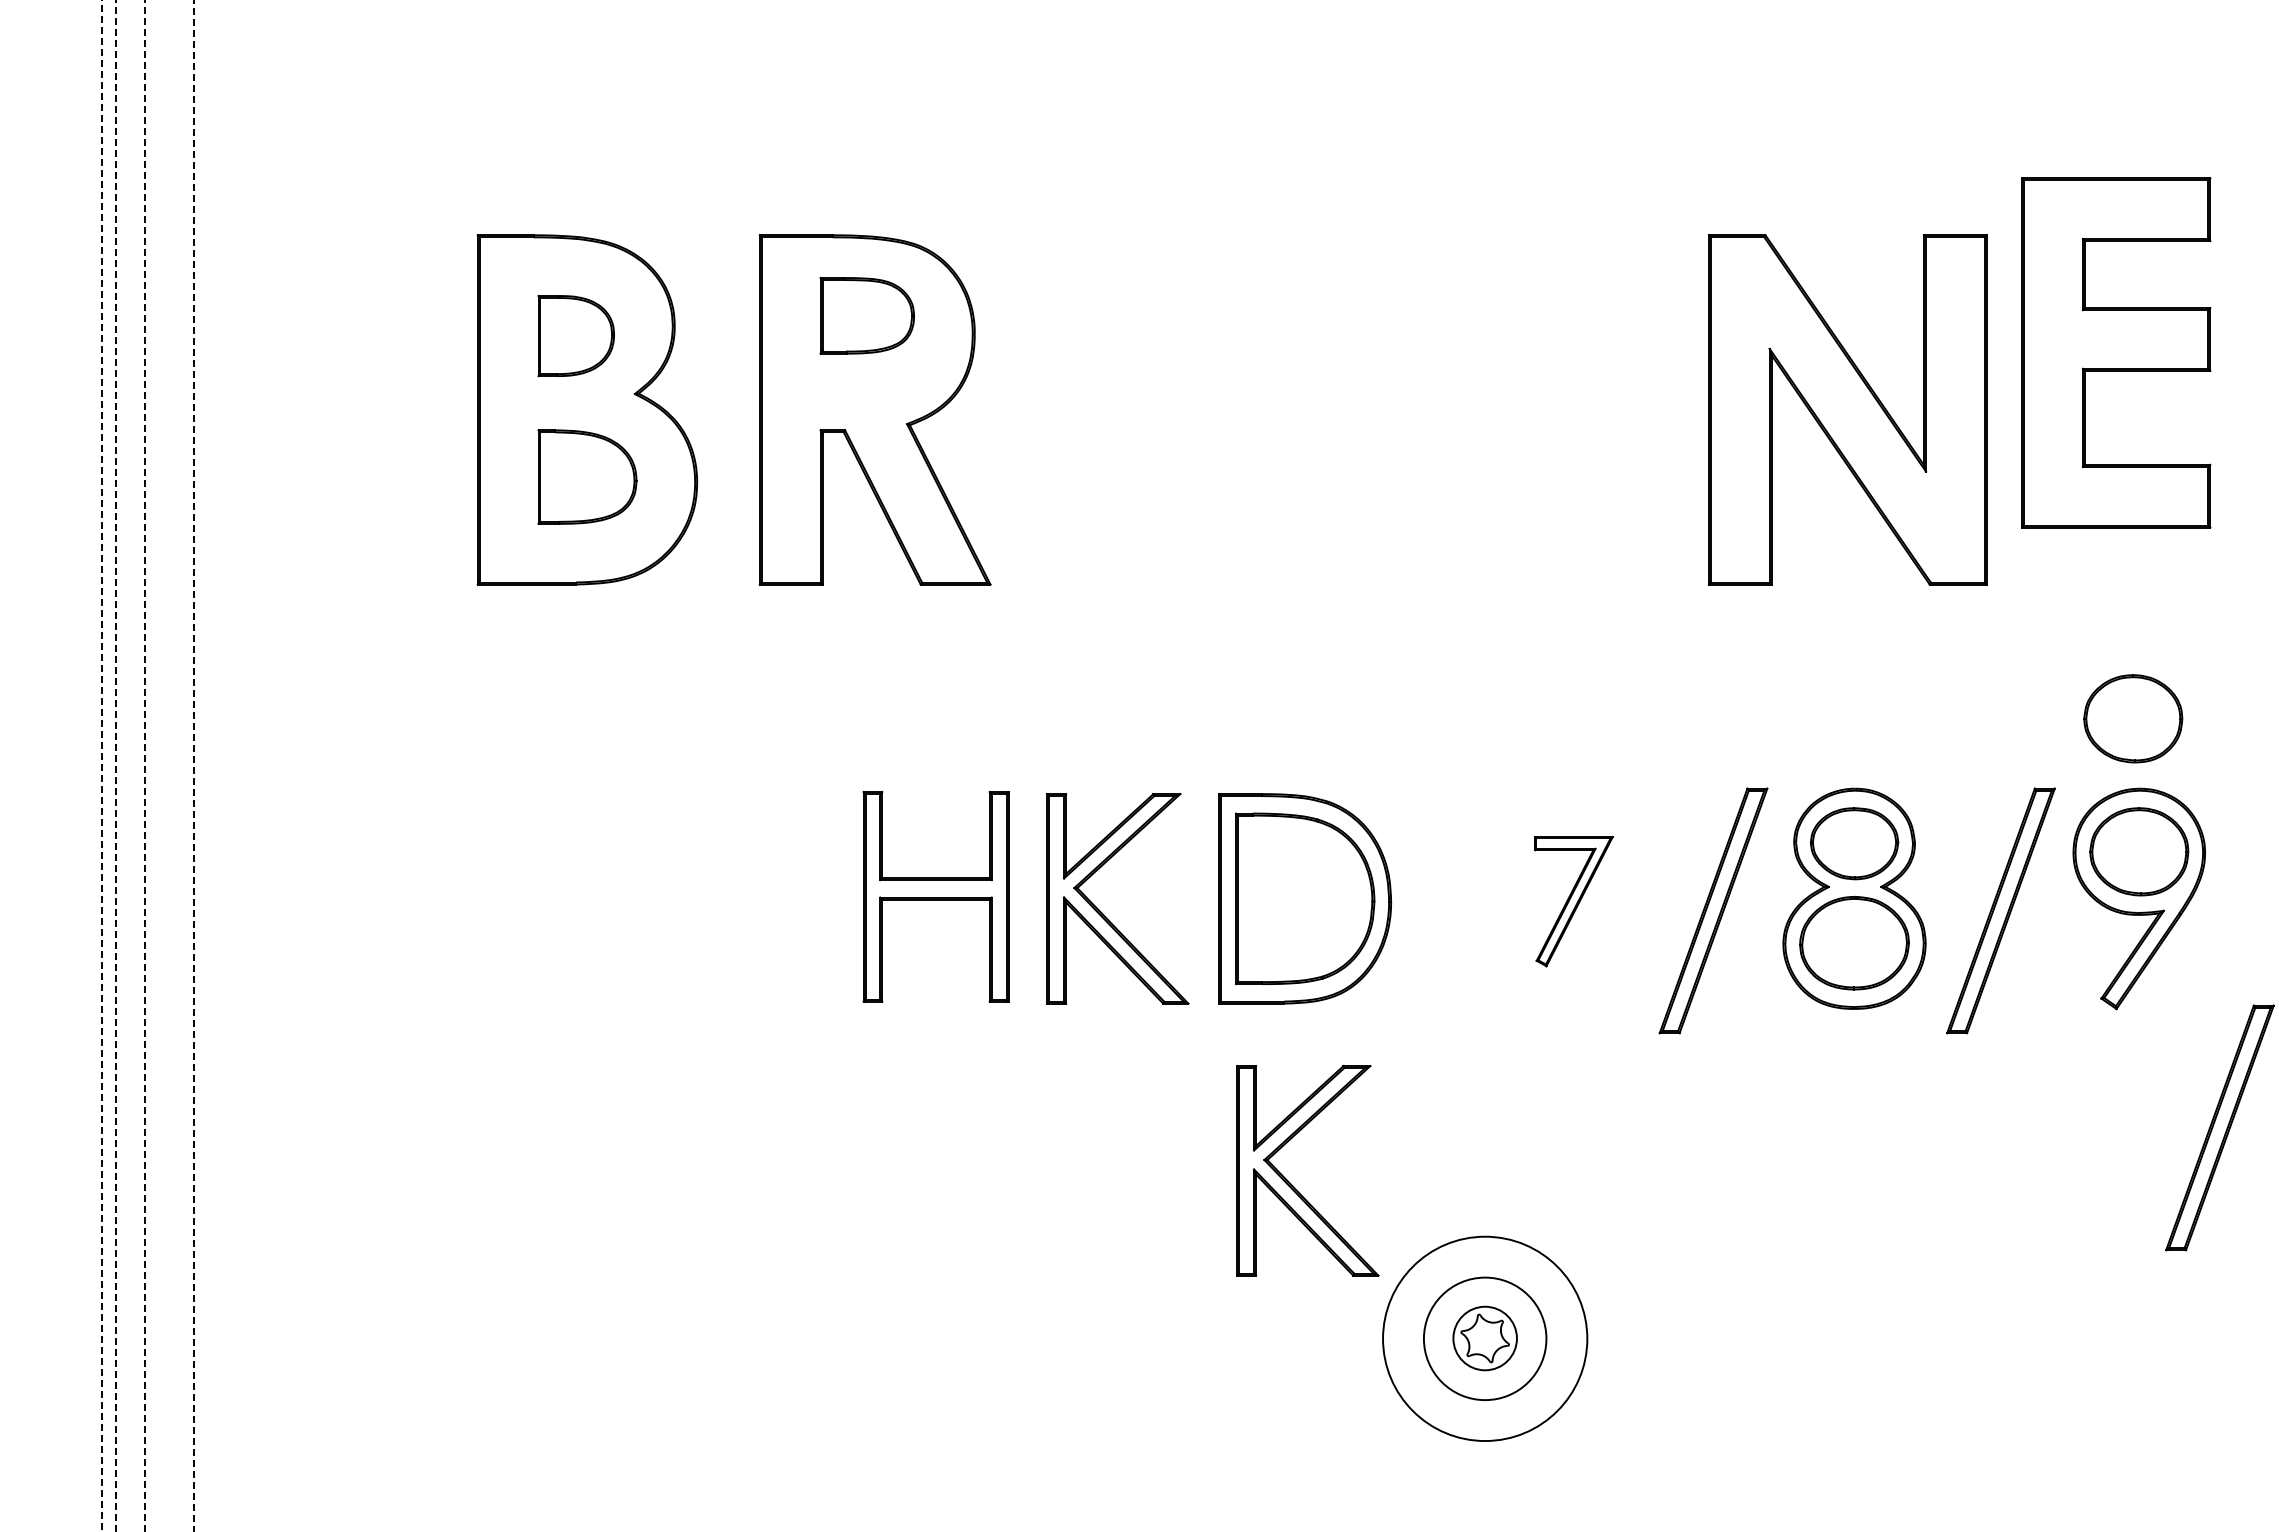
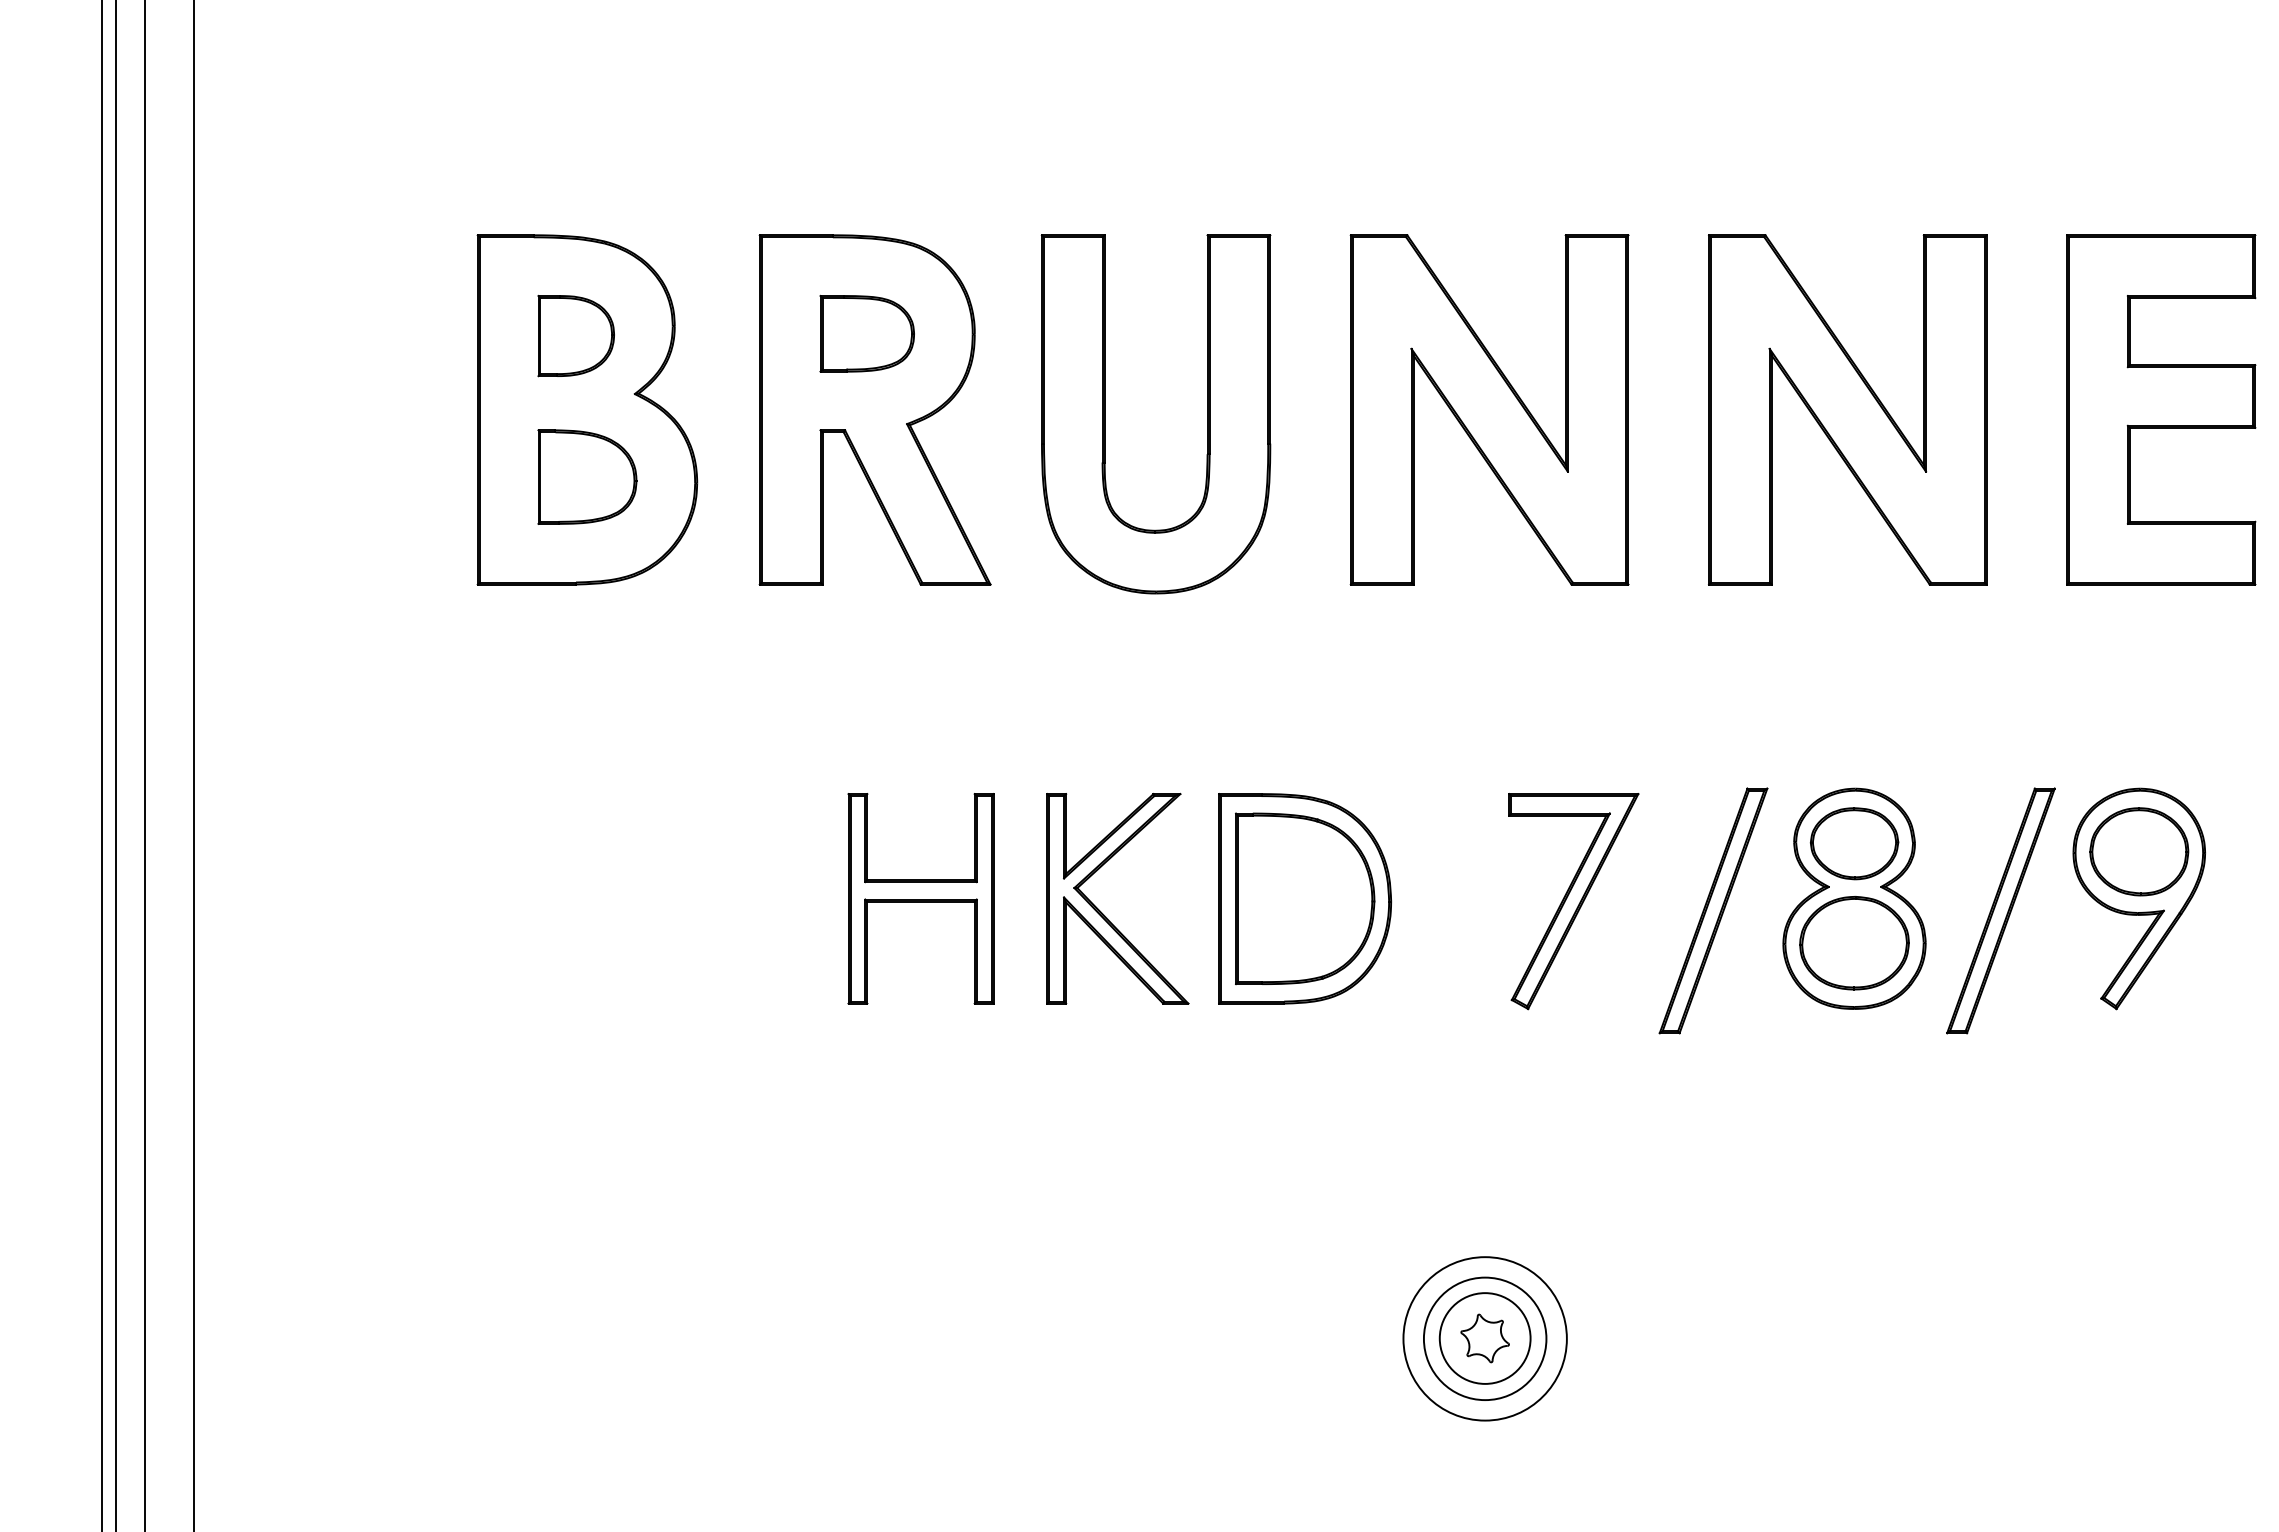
part at (866, 315) position: (866, 315) -> (866, 333)
part at (2116, 352) position: (2116, 352) -> (2161, 409)
part at (1489, 409): none -> present
part at (1105, 414): none -> present
part at (2133, 718): present -> none
line at (102, 765): dashed -> solid
line at (144, 765): dashed -> solid
line at (115, 766): dashed -> solid
line at (194, 766): dashed -> solid
part at (935, 896) position: (935, 896) -> (920, 898)
part at (1573, 901) size: 80x132 px -> 132x218 px
part at (2219, 1127): present -> none
part at (1292, 1184): present -> none
circle at (1484, 1338) diameter: 64 px -> 91 px
circle at (1485, 1338) diameter: 204 px -> 163 px
